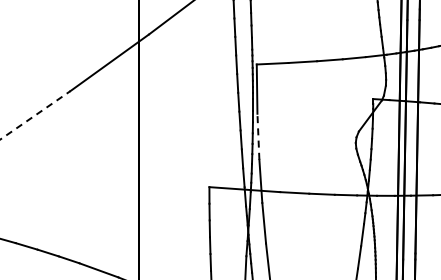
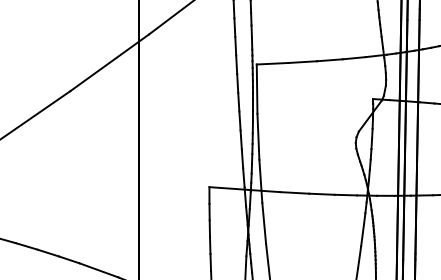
line at (35, 115): dashed -> solid
line at (258, 136): dashed -> solid
